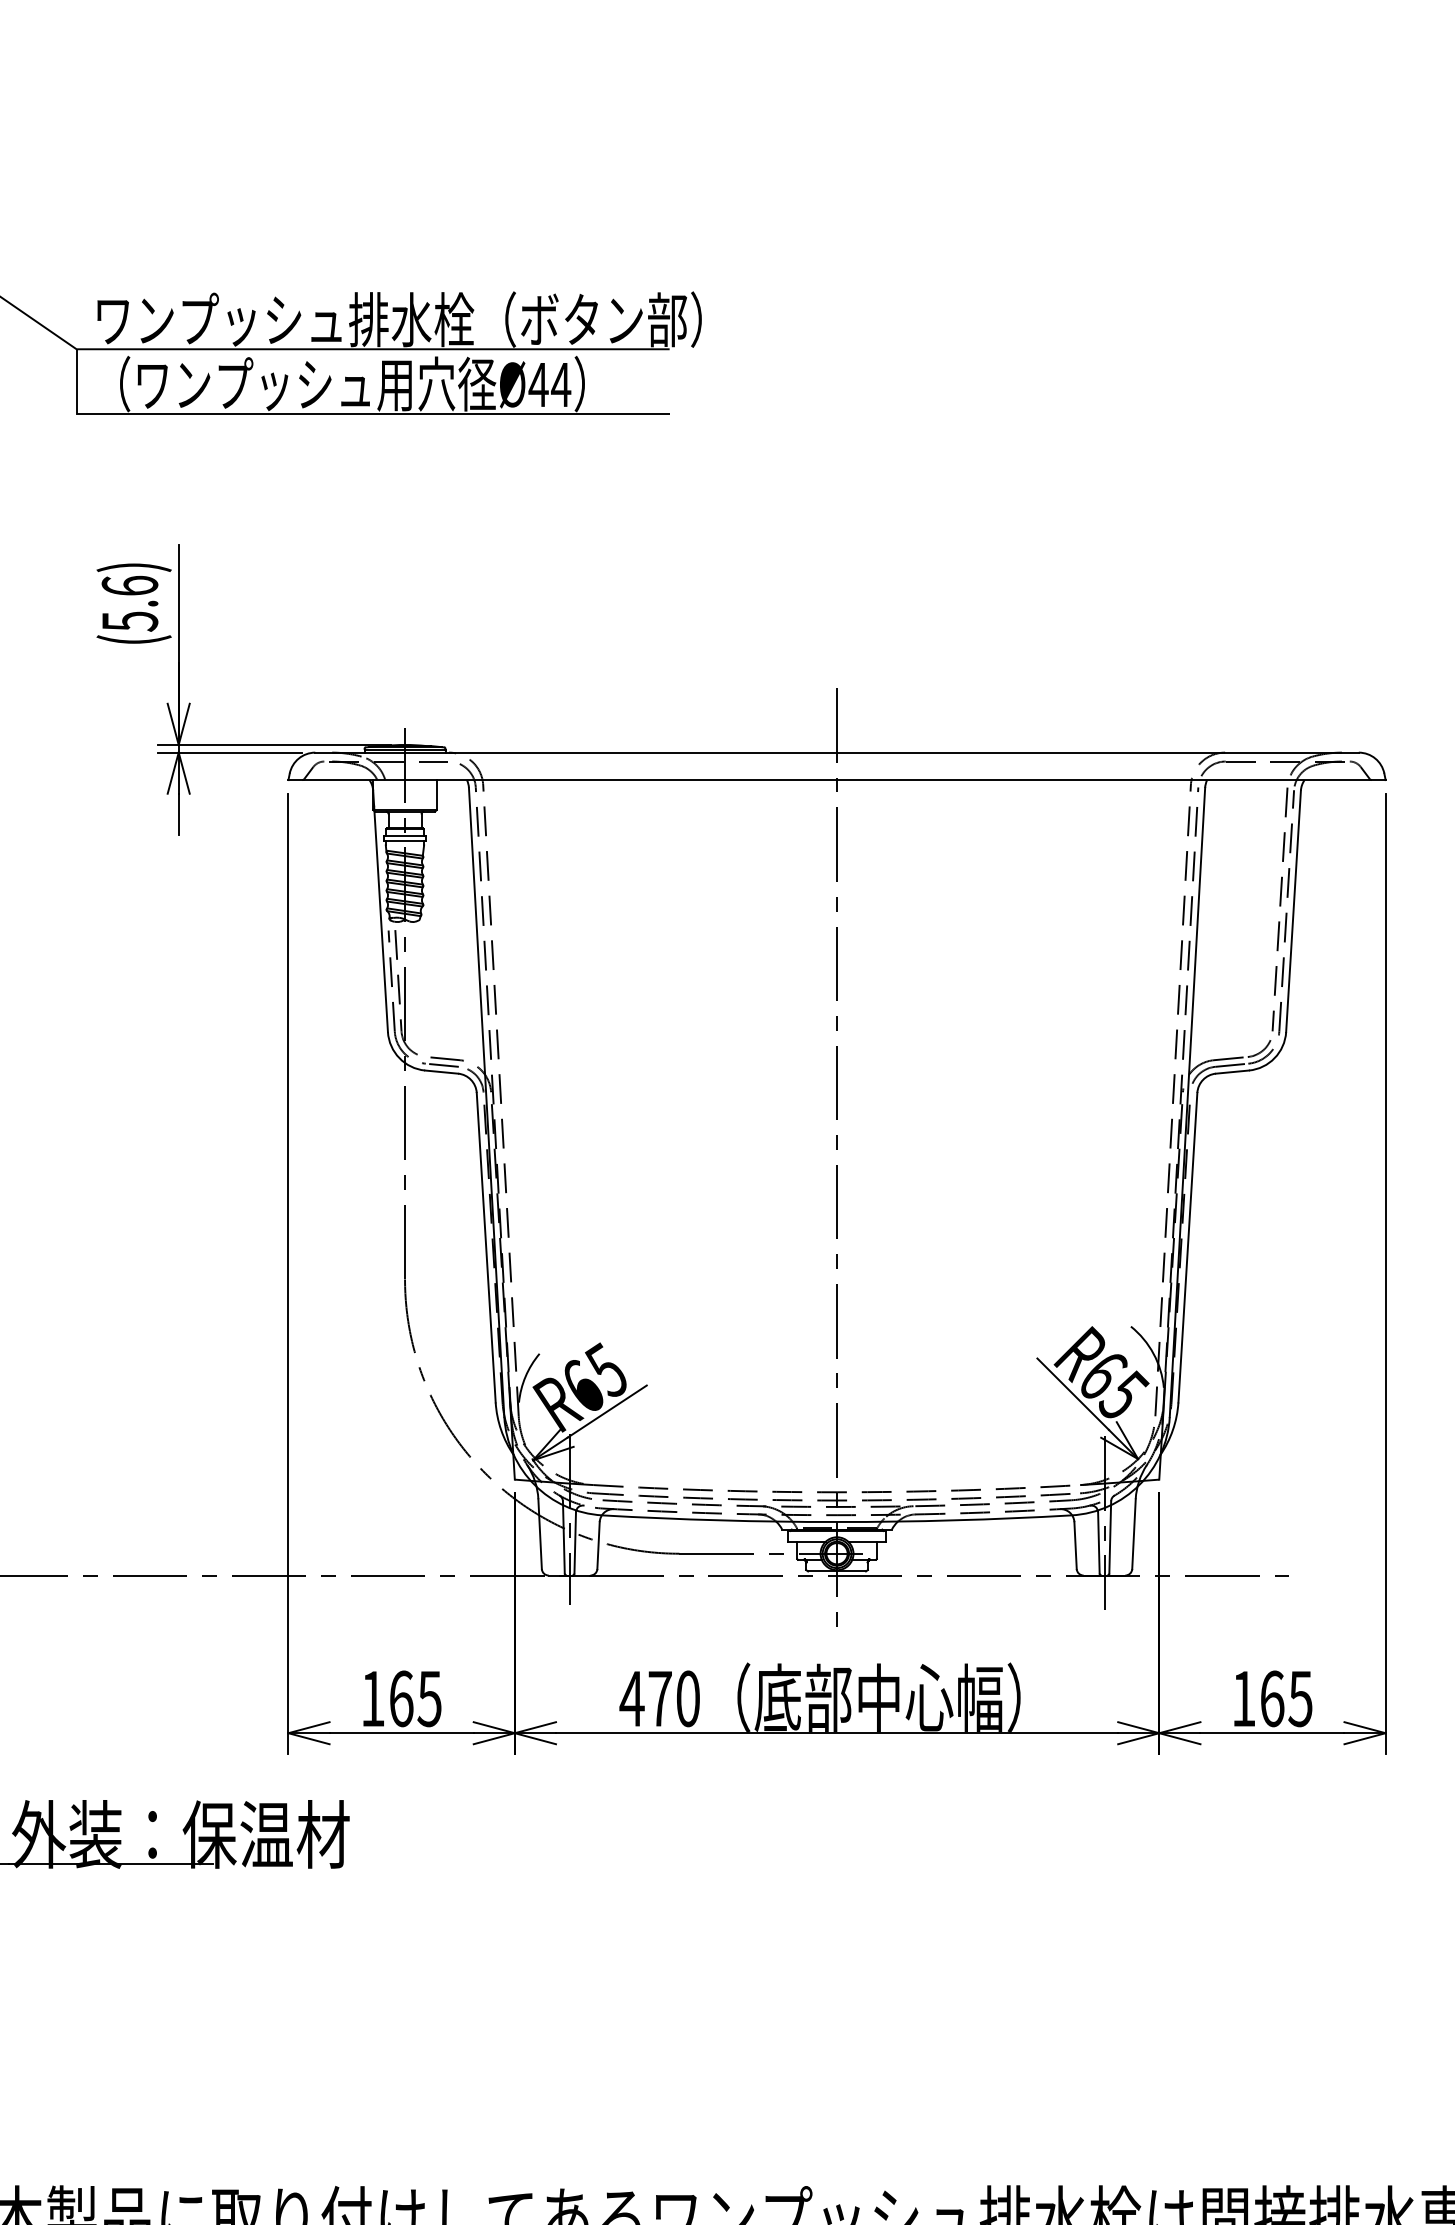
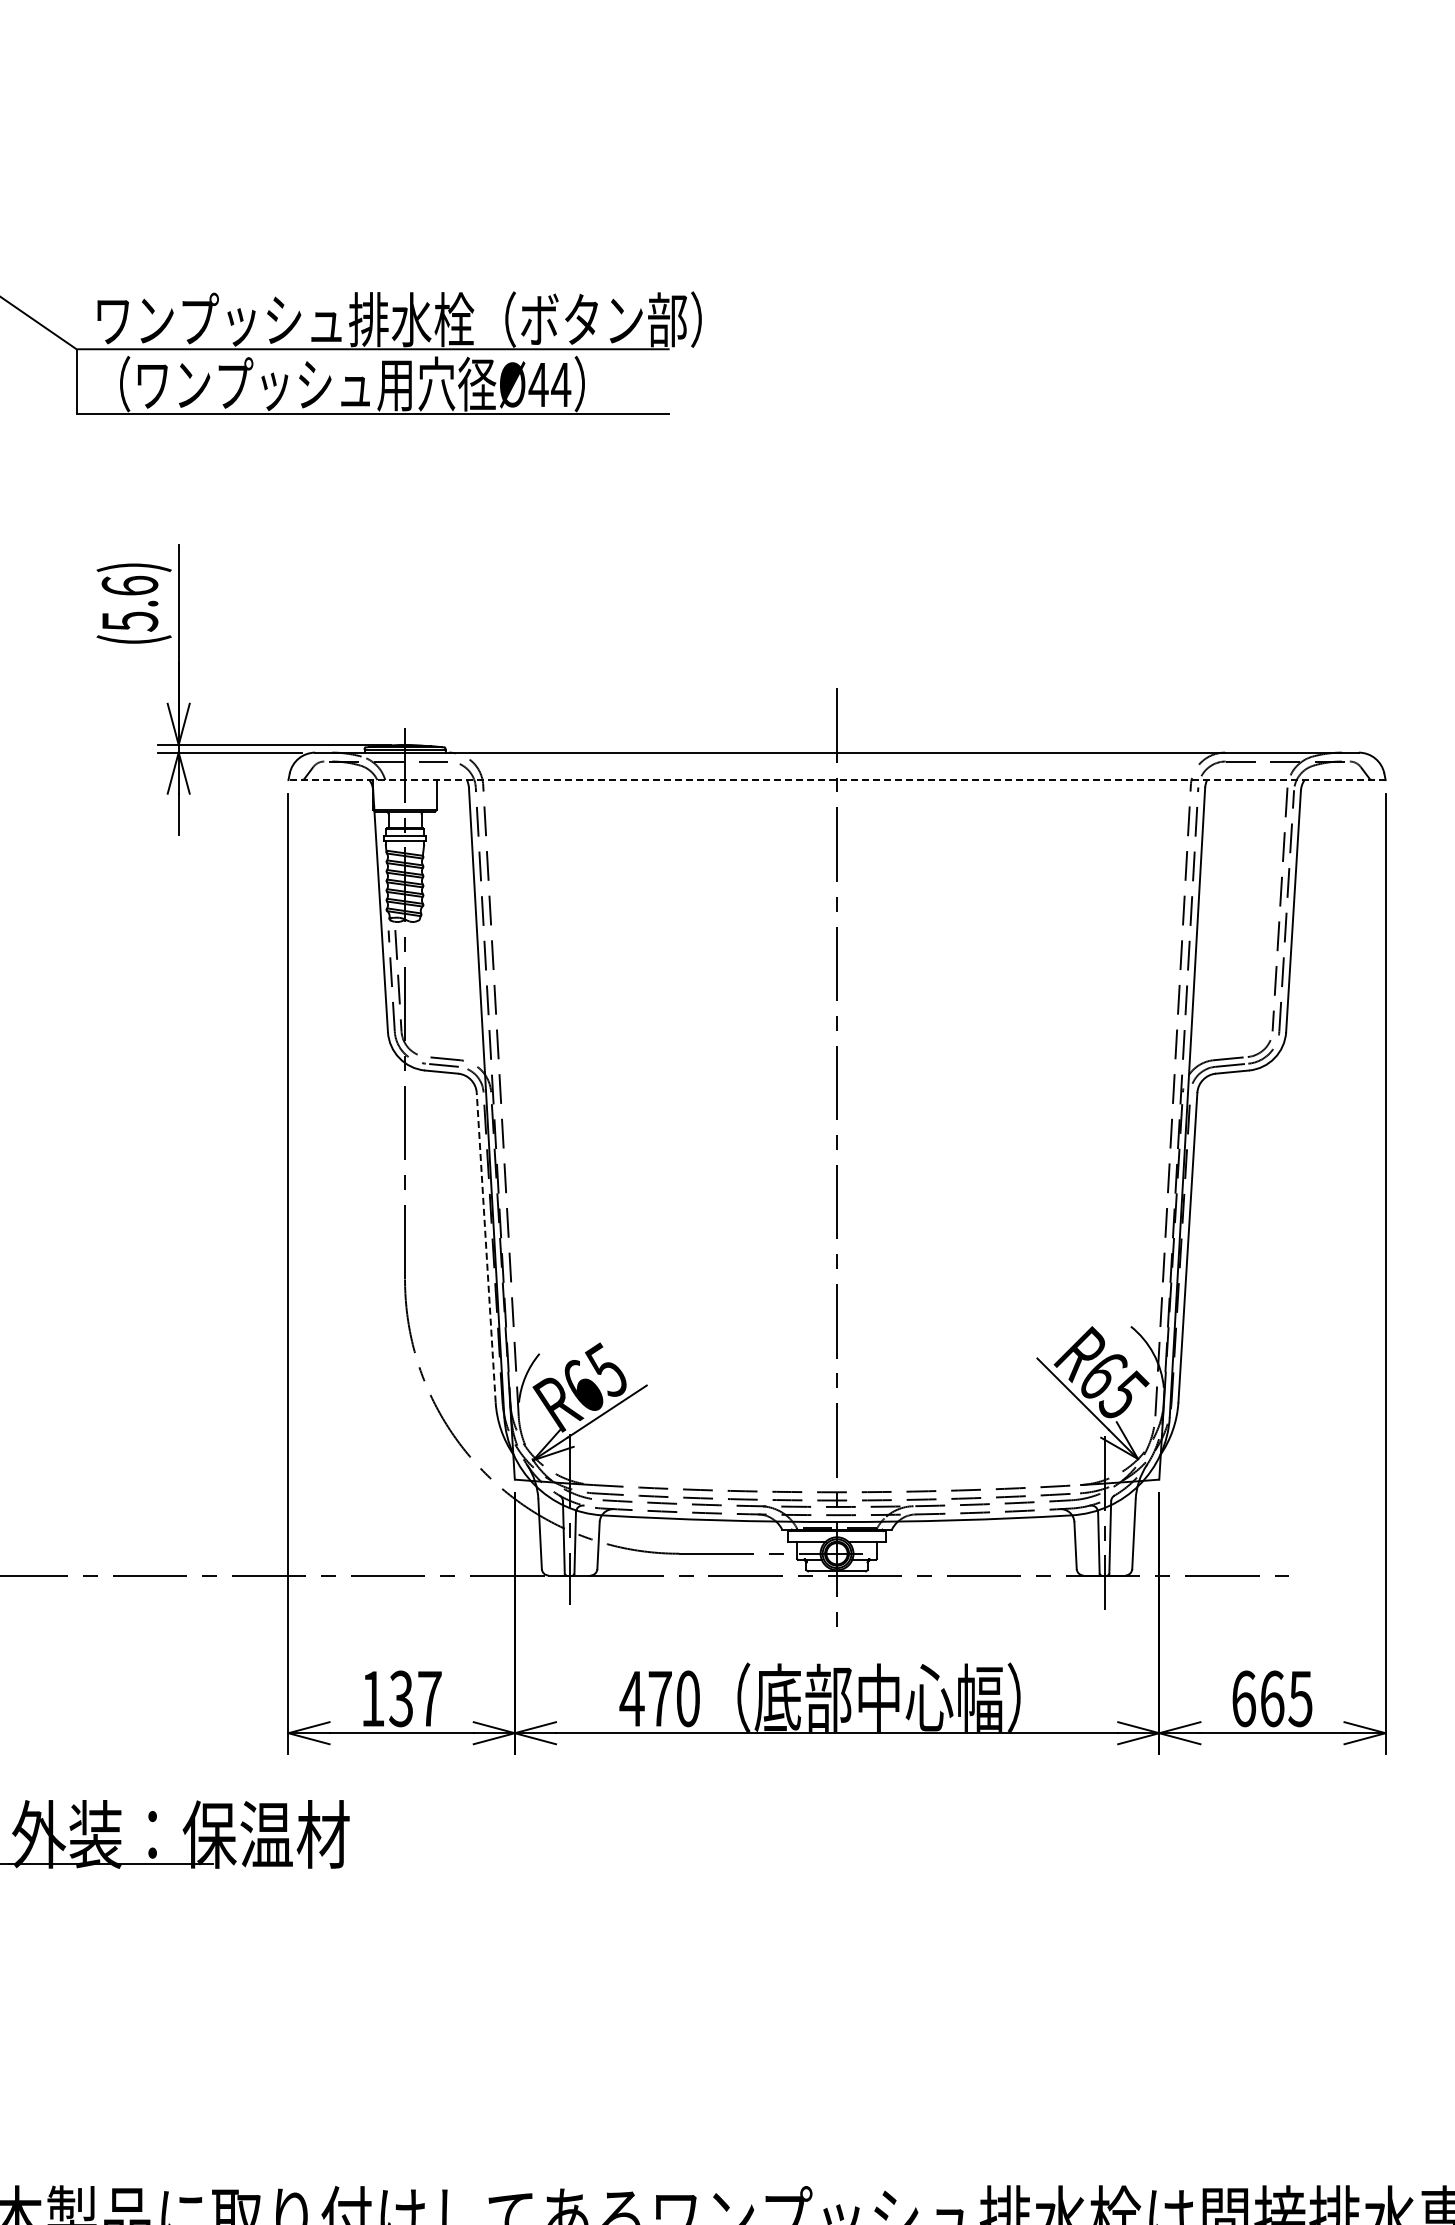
line at (837, 780): solid -> dashed
line at (486, 1247): solid -> dashed
text at (415, 1698): 165 -> 137
text at (1243, 1698): 165 -> 665
